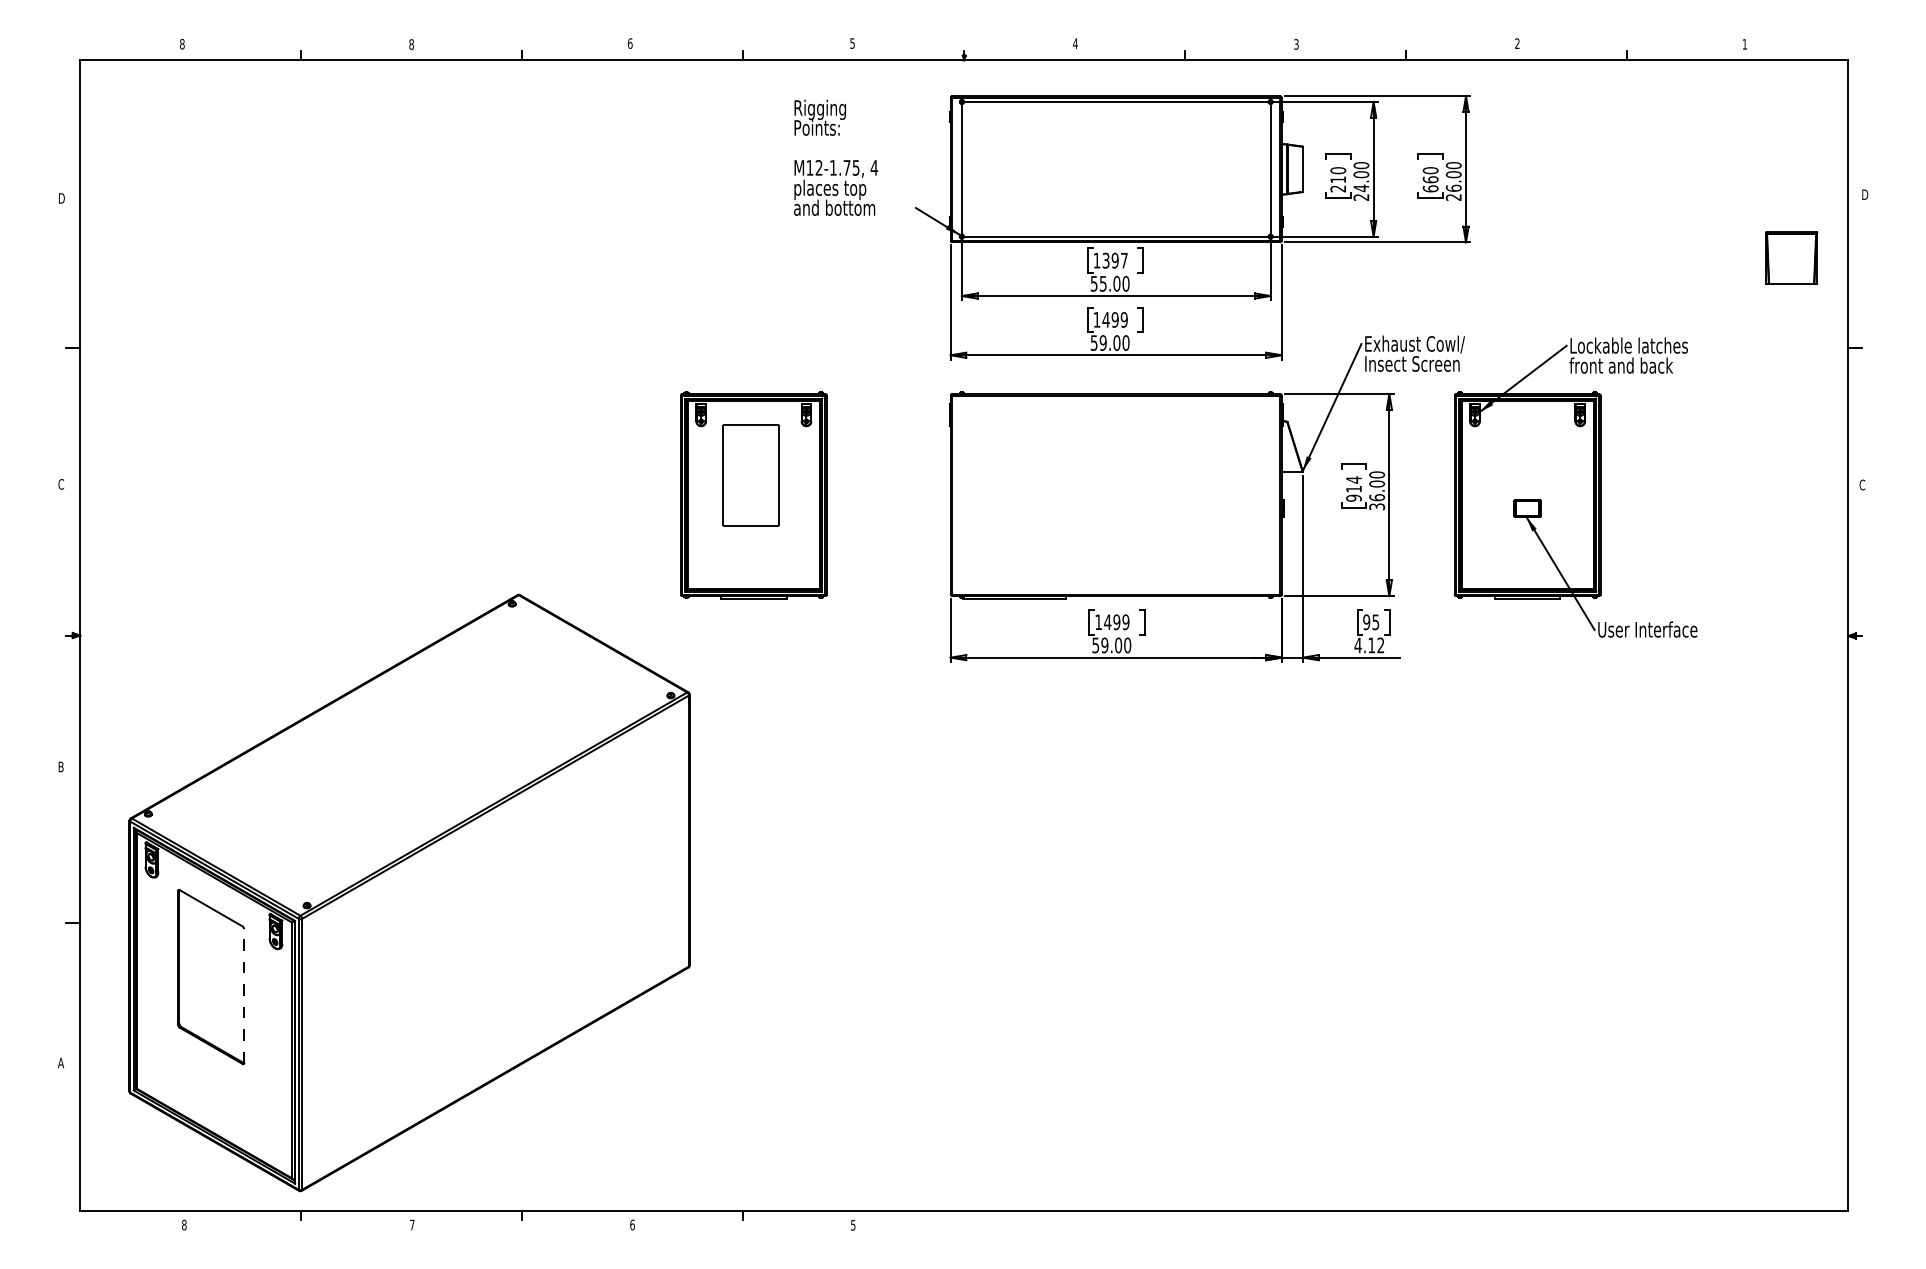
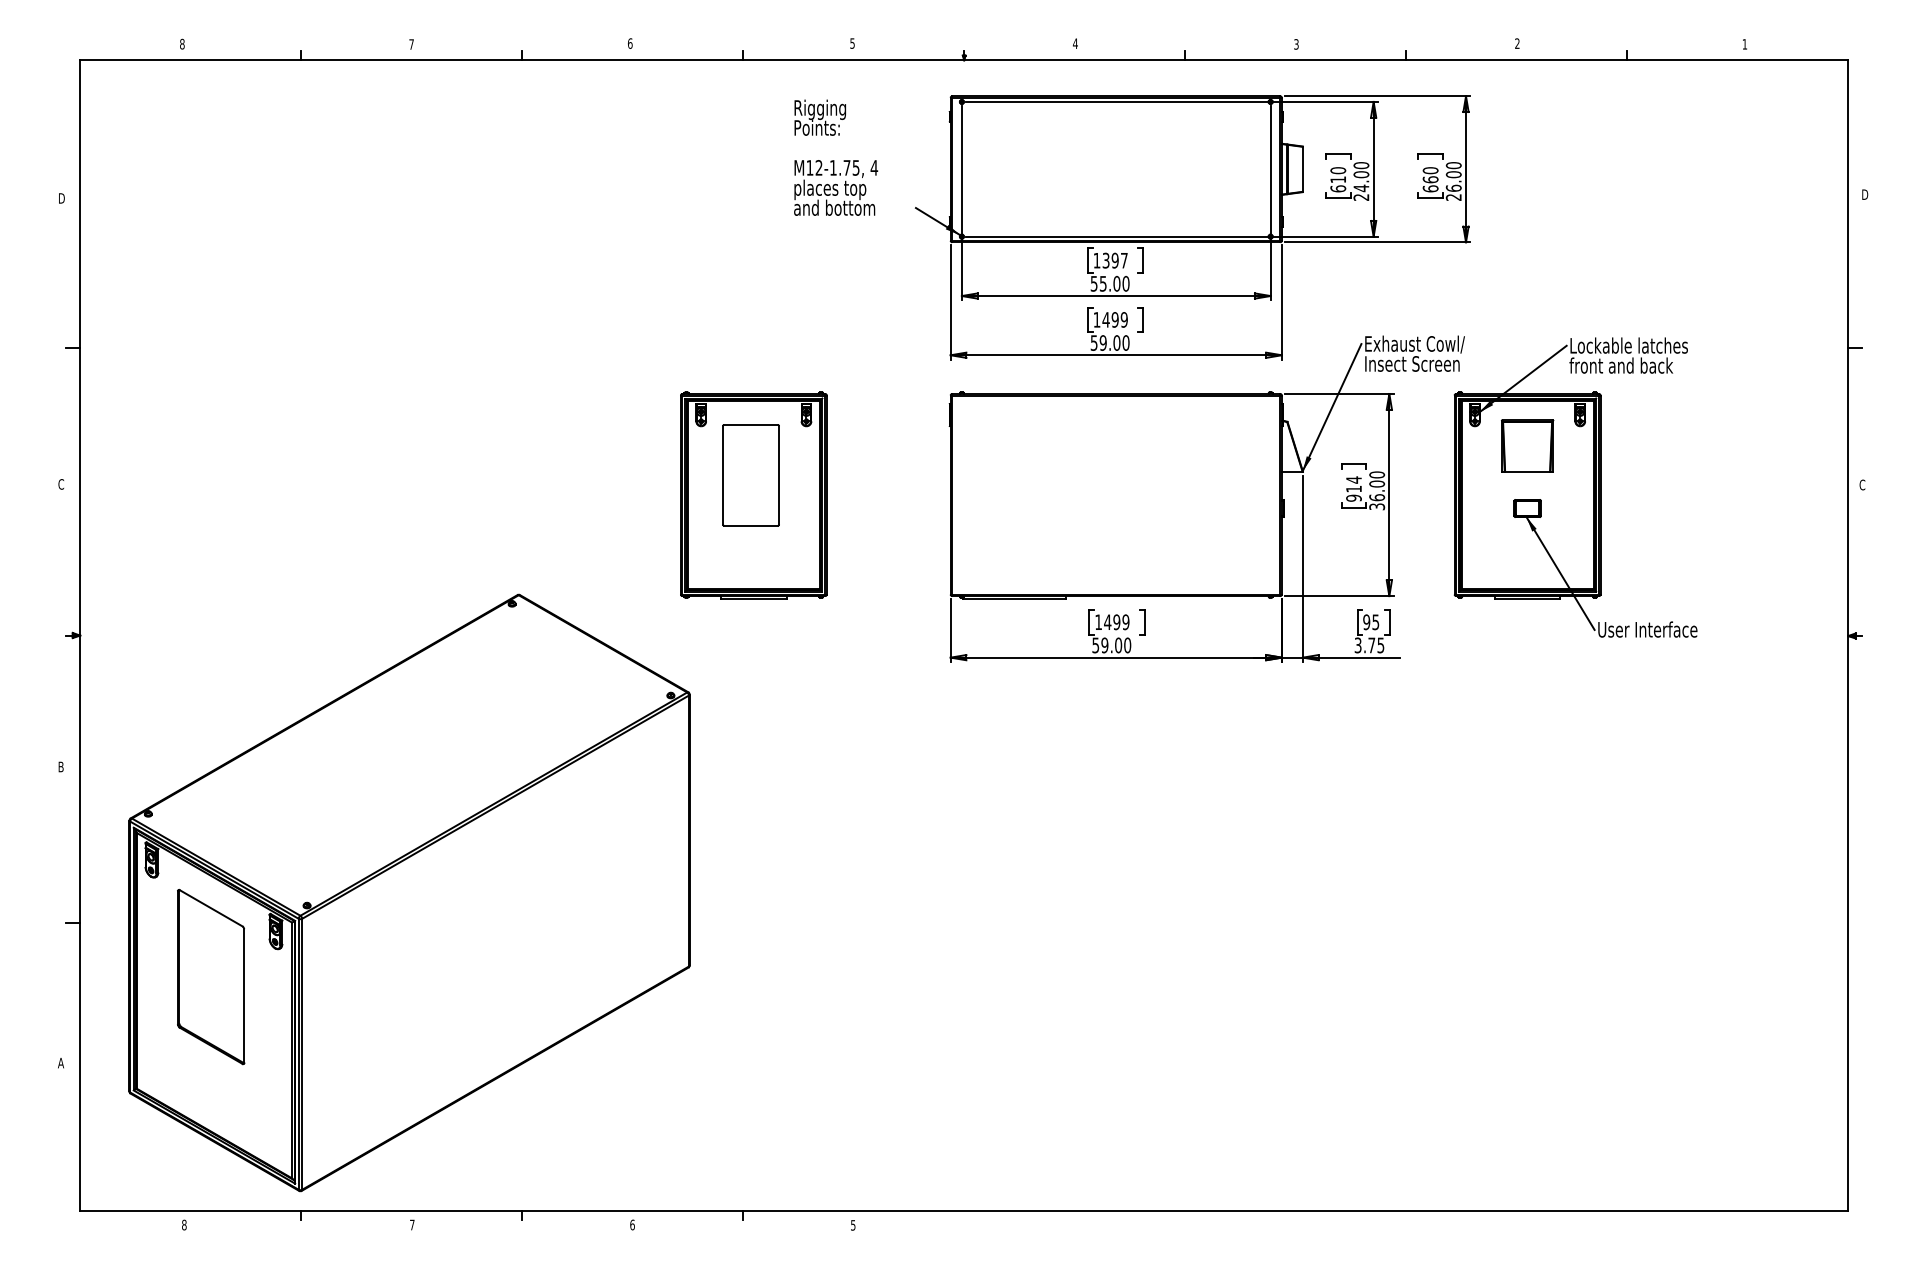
text at (411, 44): 8 -> 7
text at (1338, 188): 210 -> 610
part at (1791, 257) position: (1791, 257) -> (1527, 445)
text at (1369, 645): 4.12 -> 3.75
line at (244, 996): dashed -> solid
